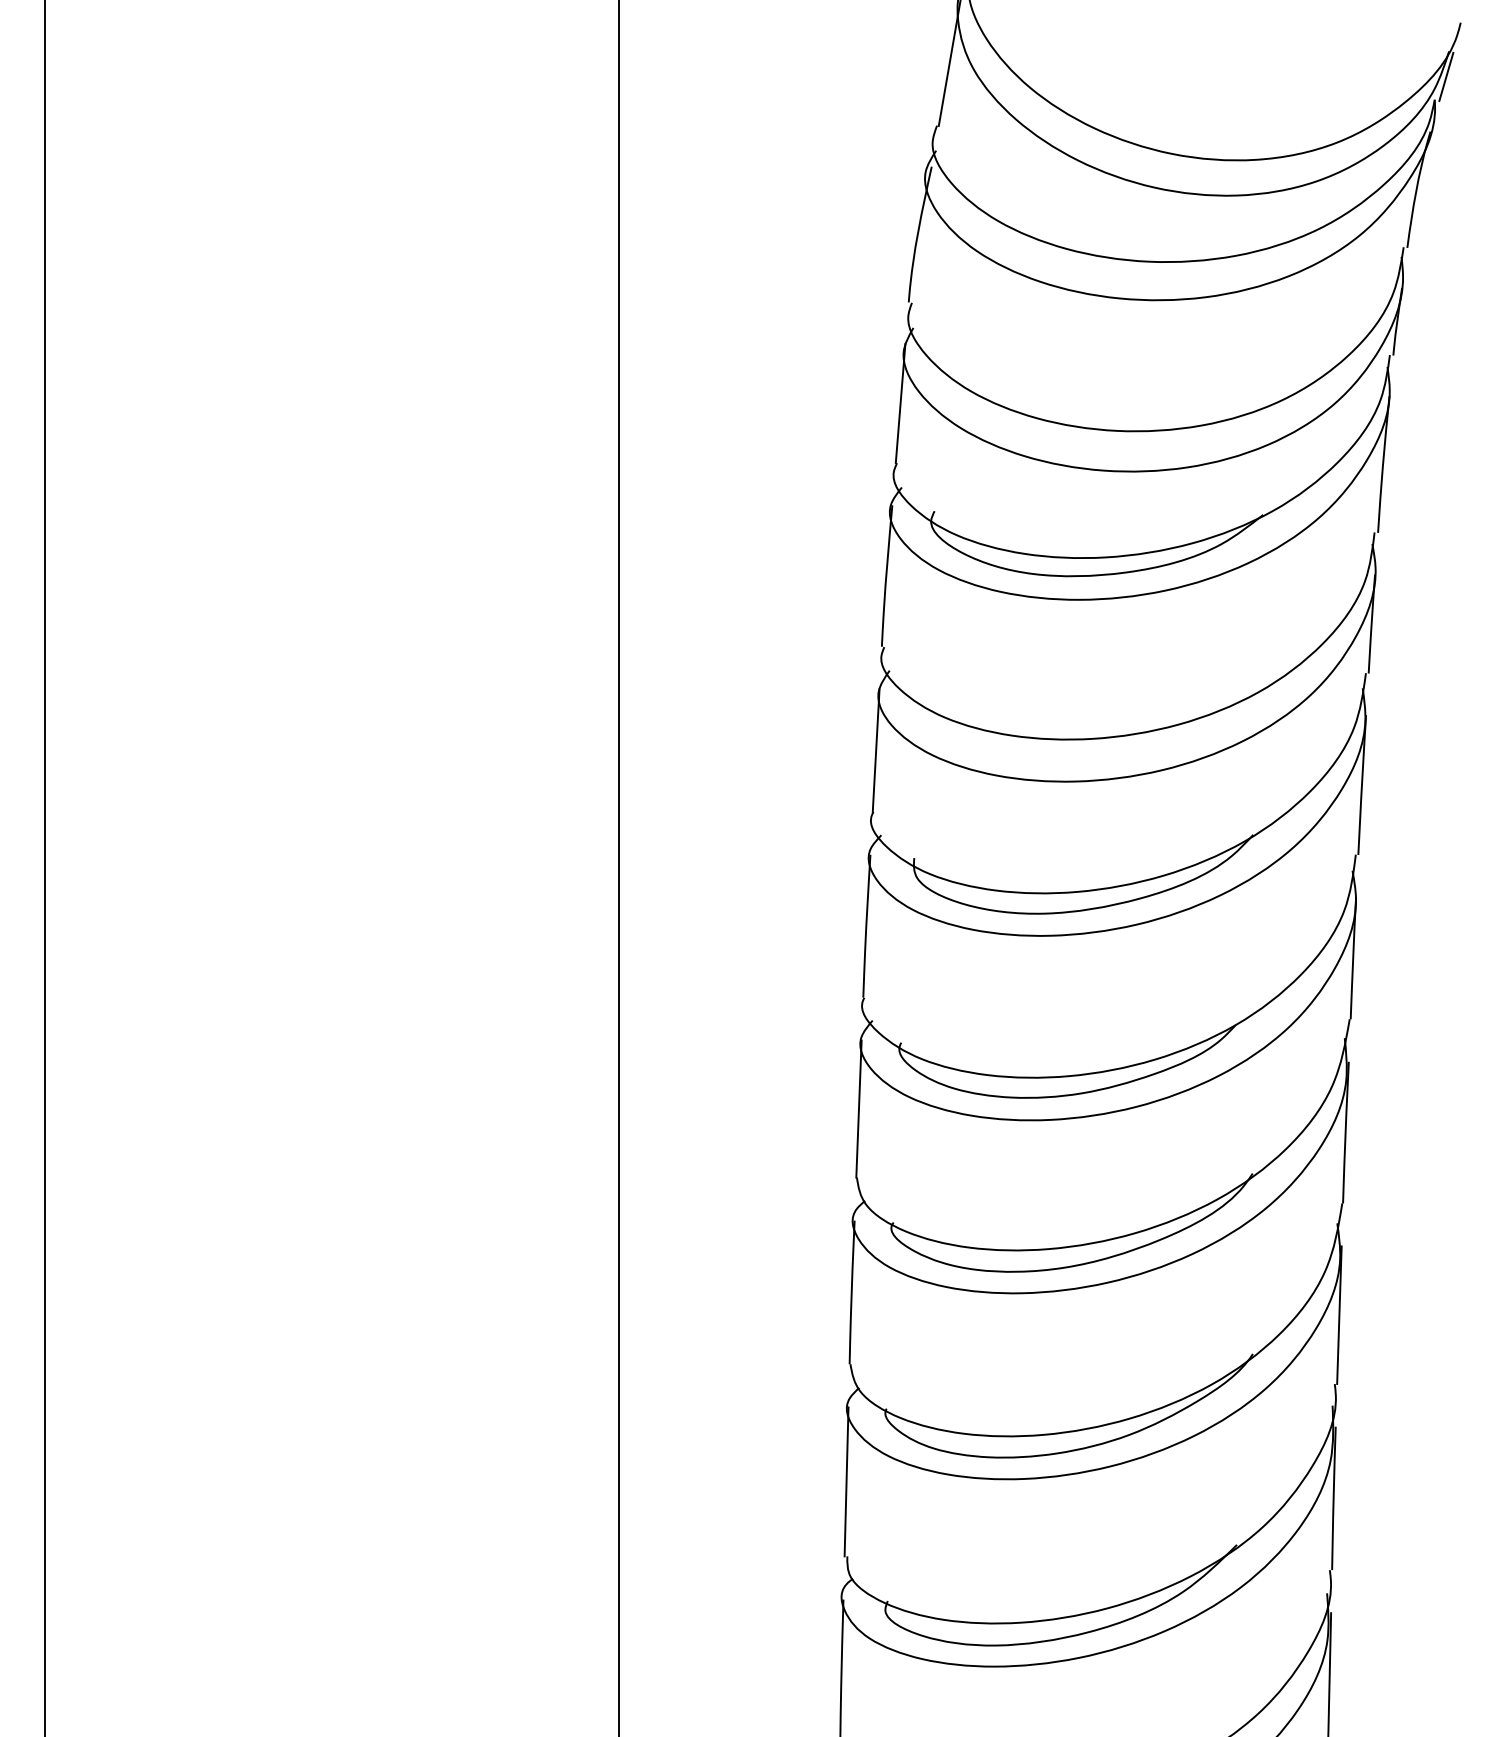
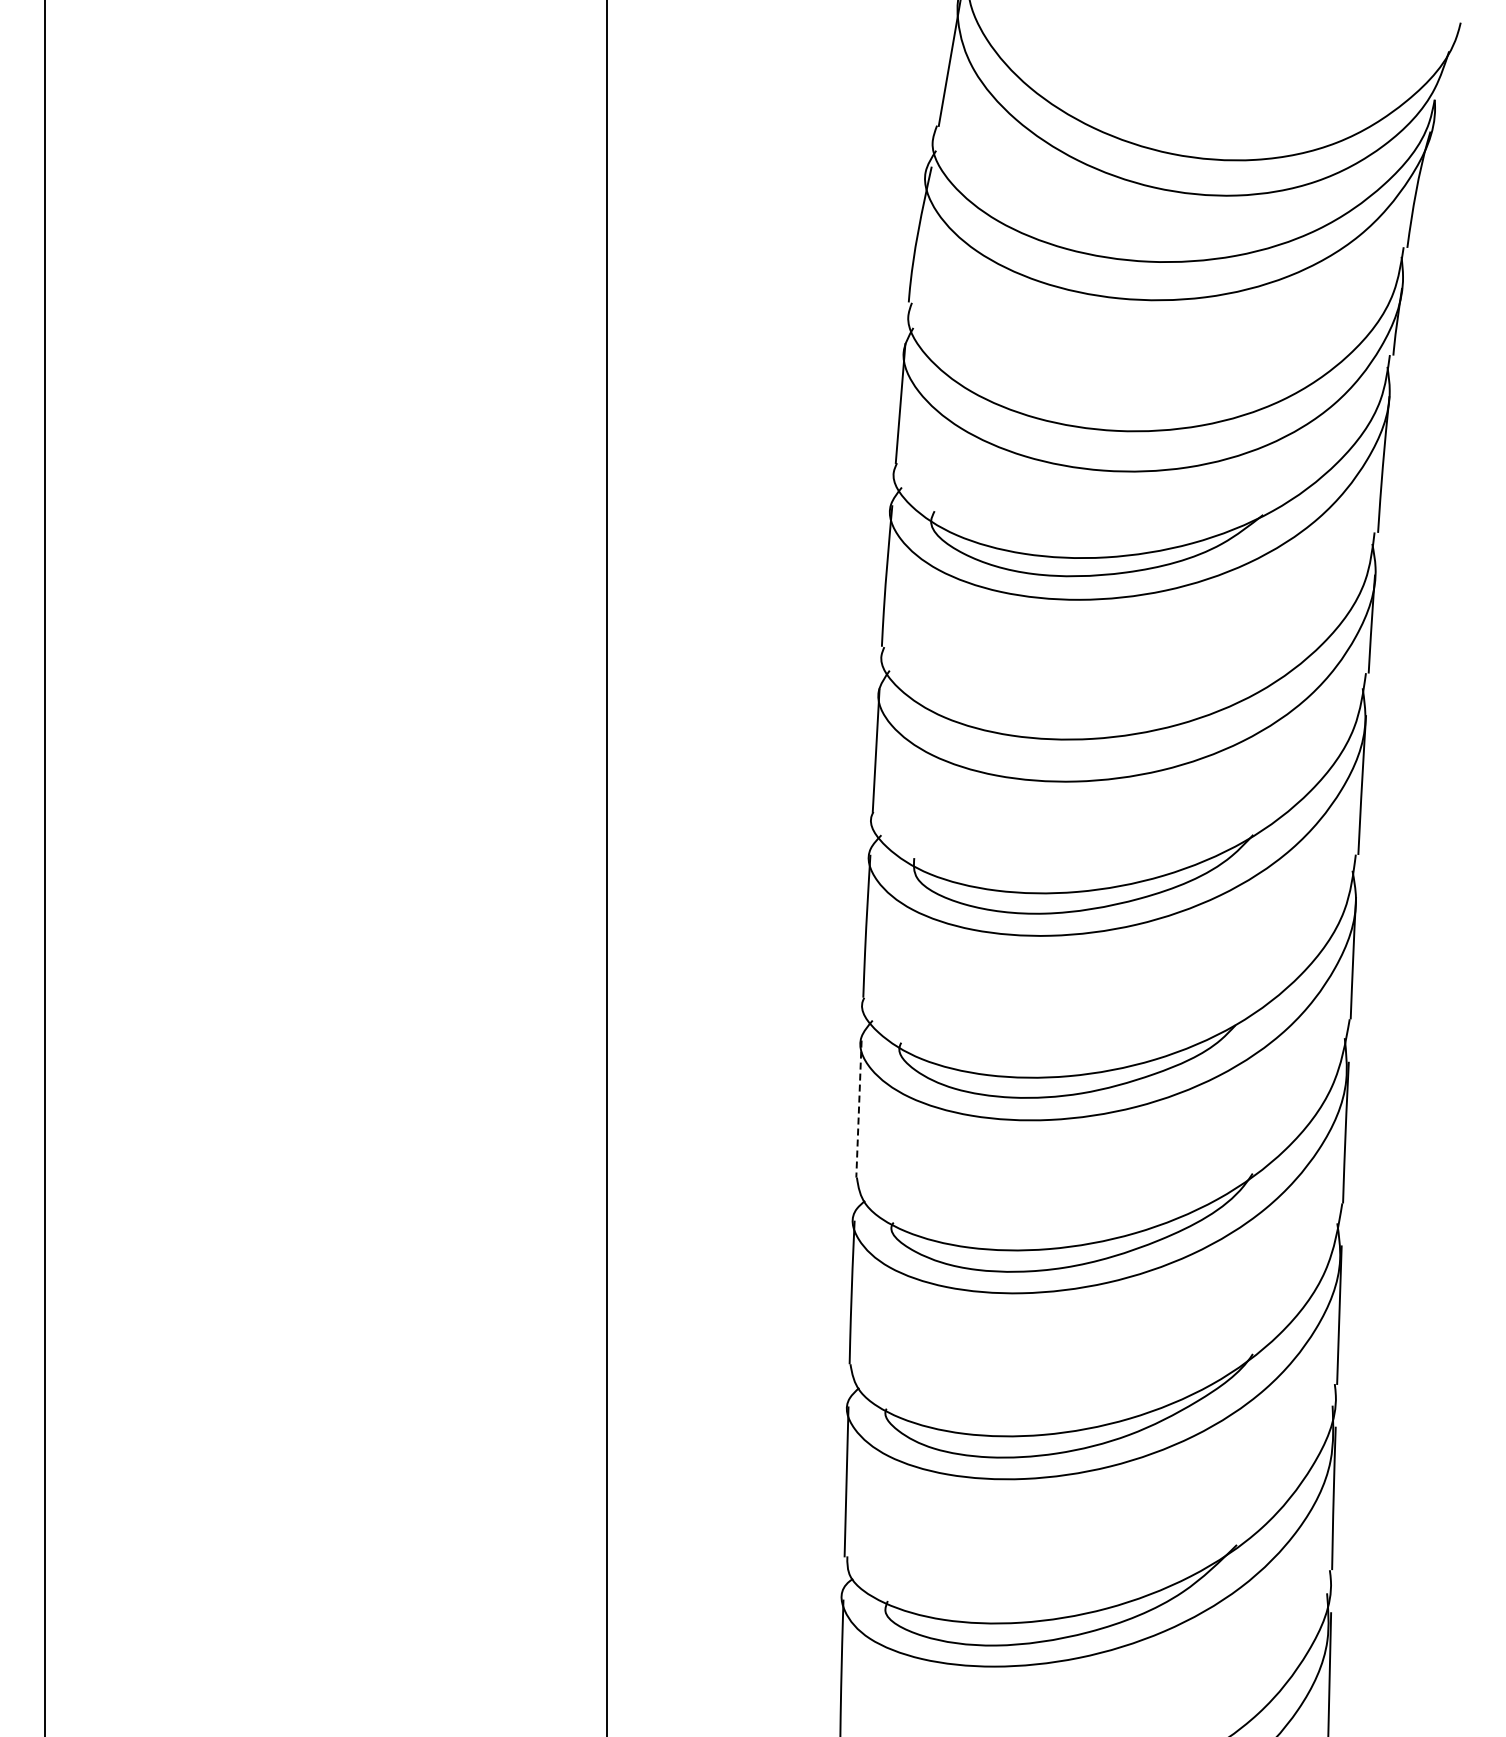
line at (1446, 76): present -> none
line at (619, 867) position: (619, 867) -> (607, 867)
line at (858, 1109): solid -> dashed
